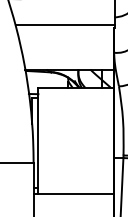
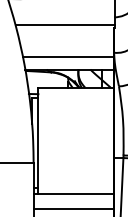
line at (68, 56): none -> present
line at (73, 208): none -> present
